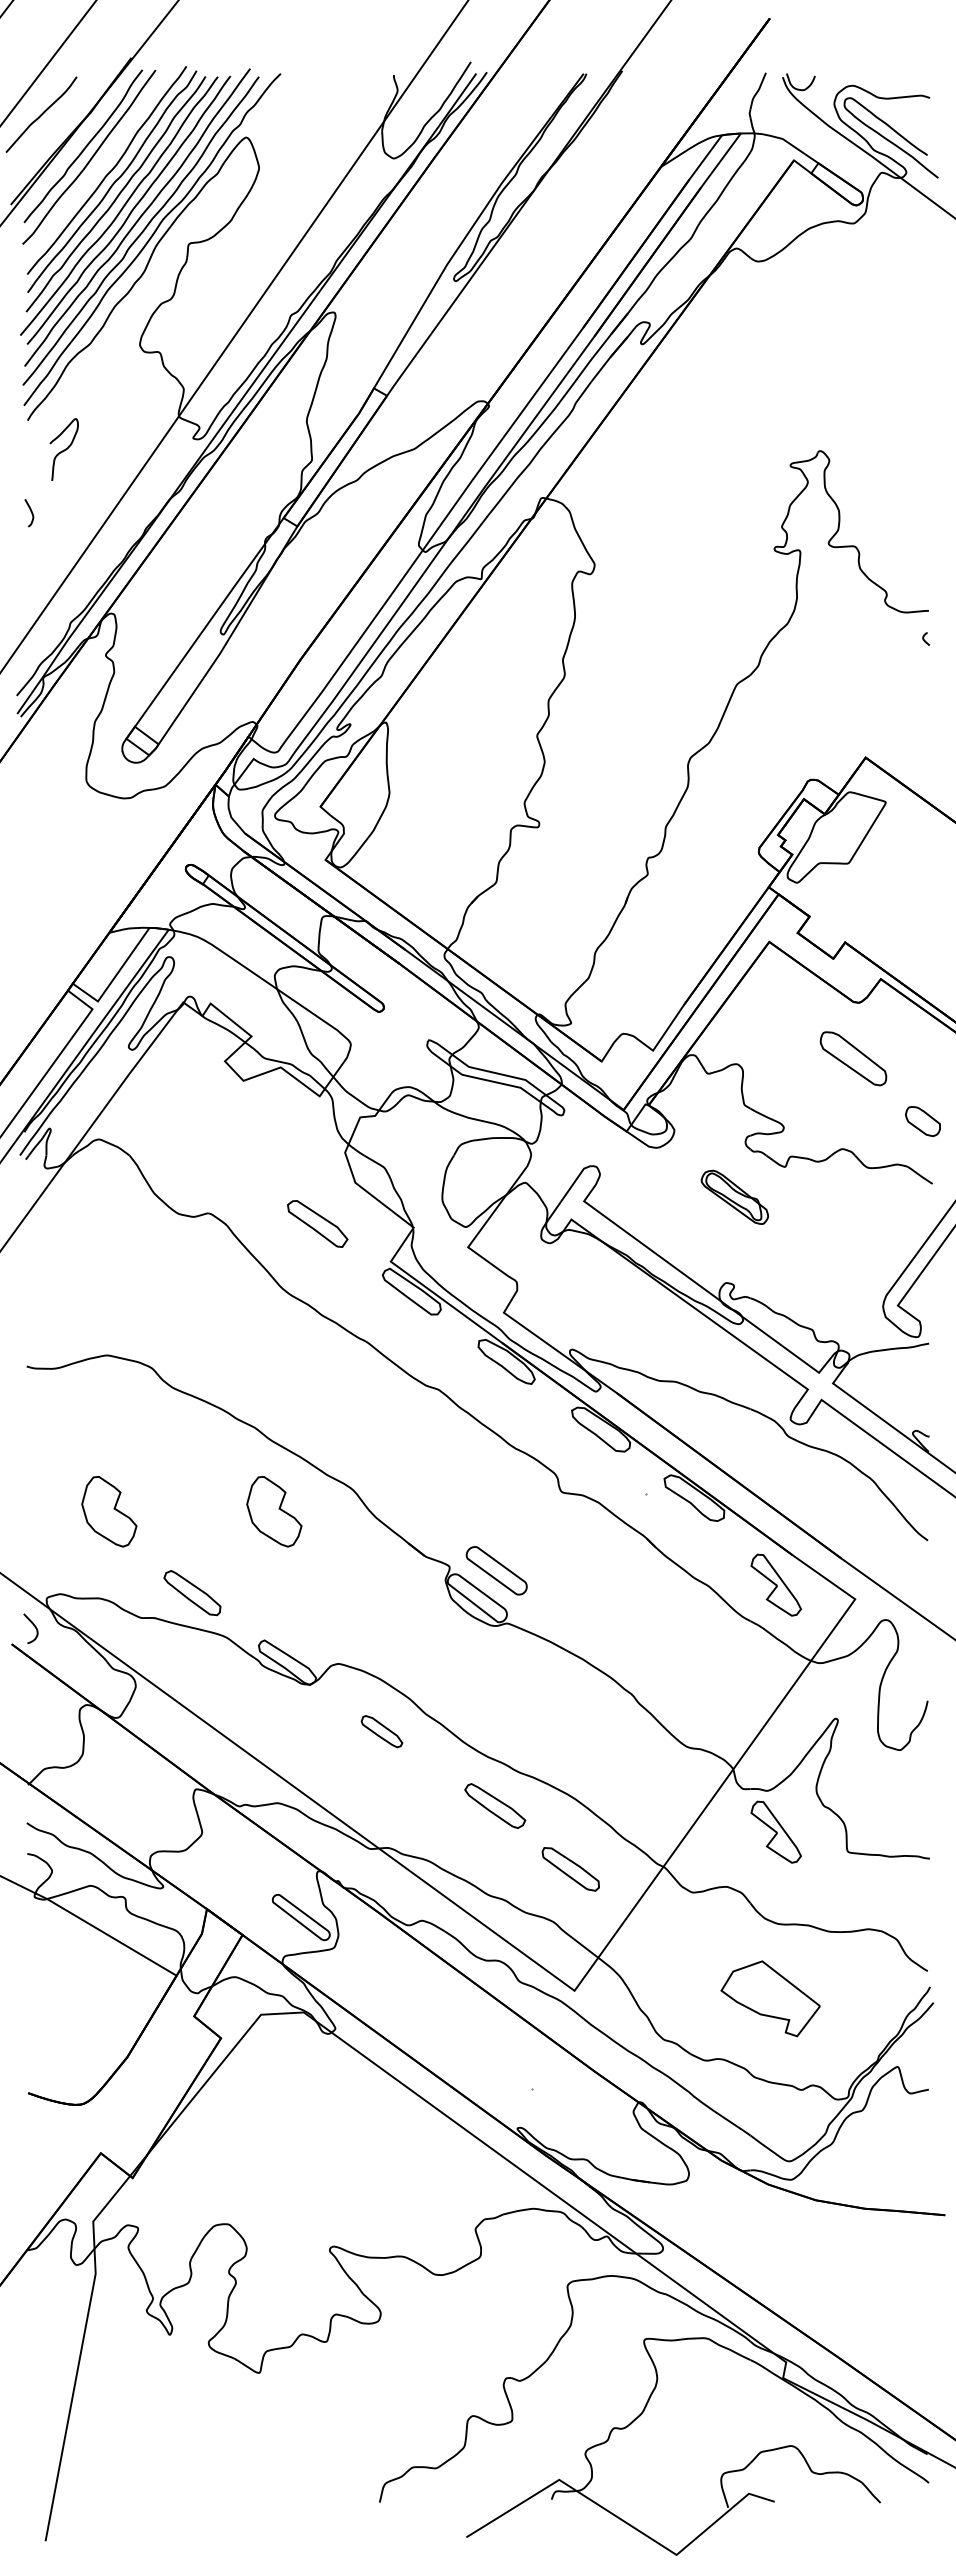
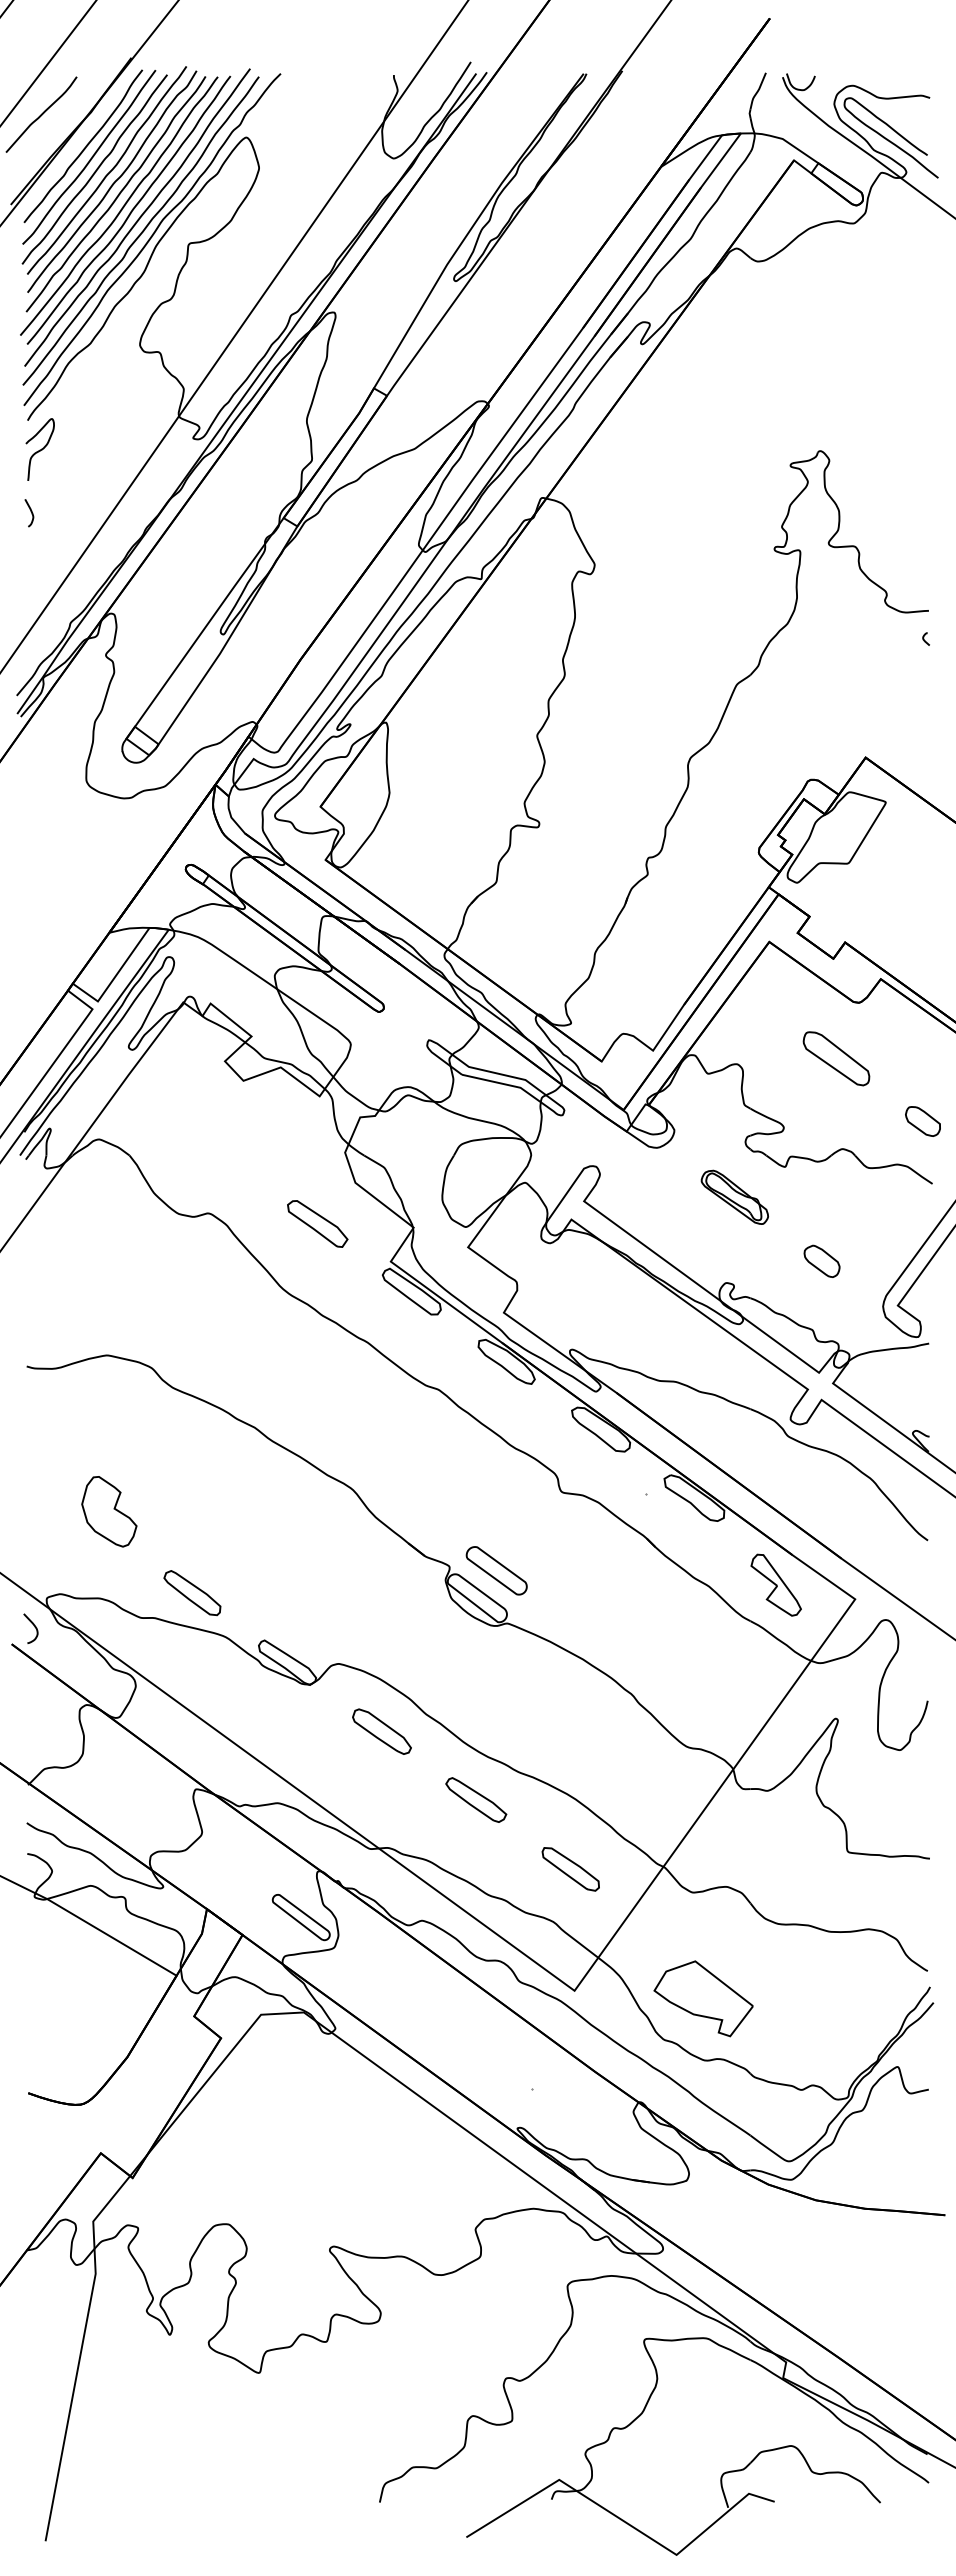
curve at (95, 170): none -> present
curve at (63, 449) position: (63, 449) -> (39, 449)
part at (853, 1058) position: (853, 1058) -> (836, 1058)
part at (821, 1260): none -> present
part at (274, 1511): present -> none
part at (381, 1731) size: 44x34 px -> 60x47 px
part at (495, 1805) position: (495, 1805) -> (476, 1799)
part at (775, 1831): present -> none
part at (770, 1998) position: (770, 1998) -> (703, 1998)
